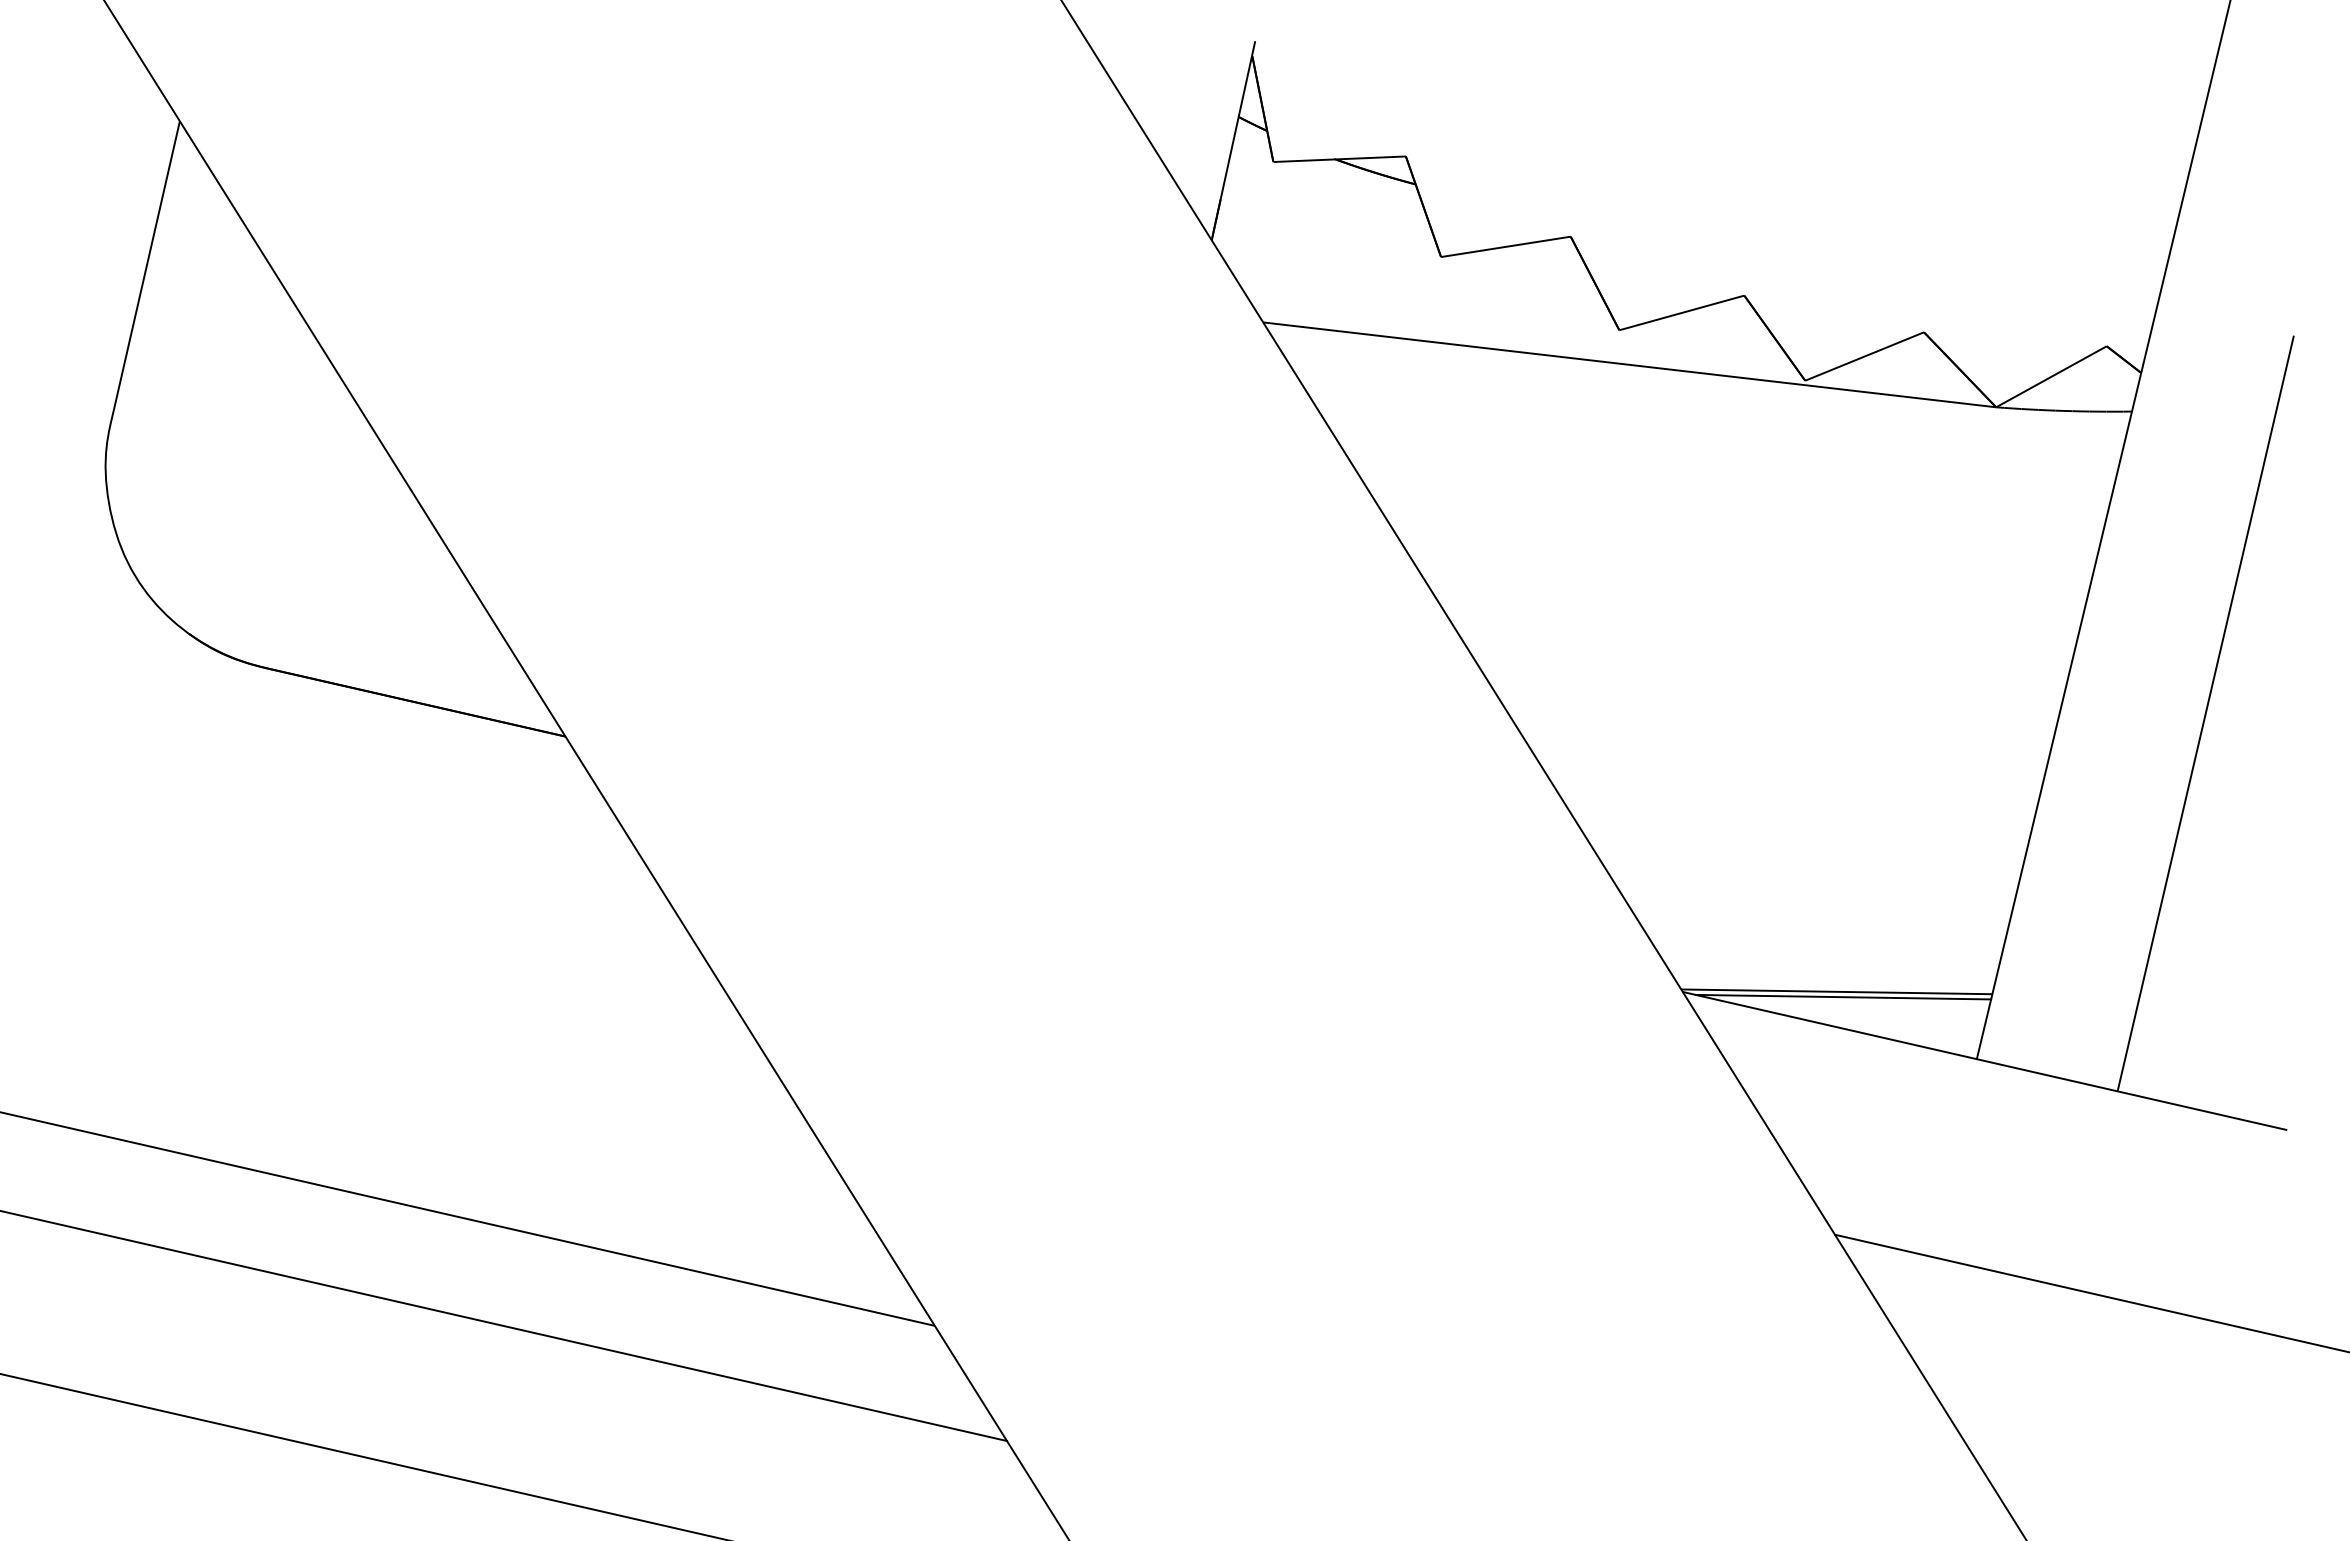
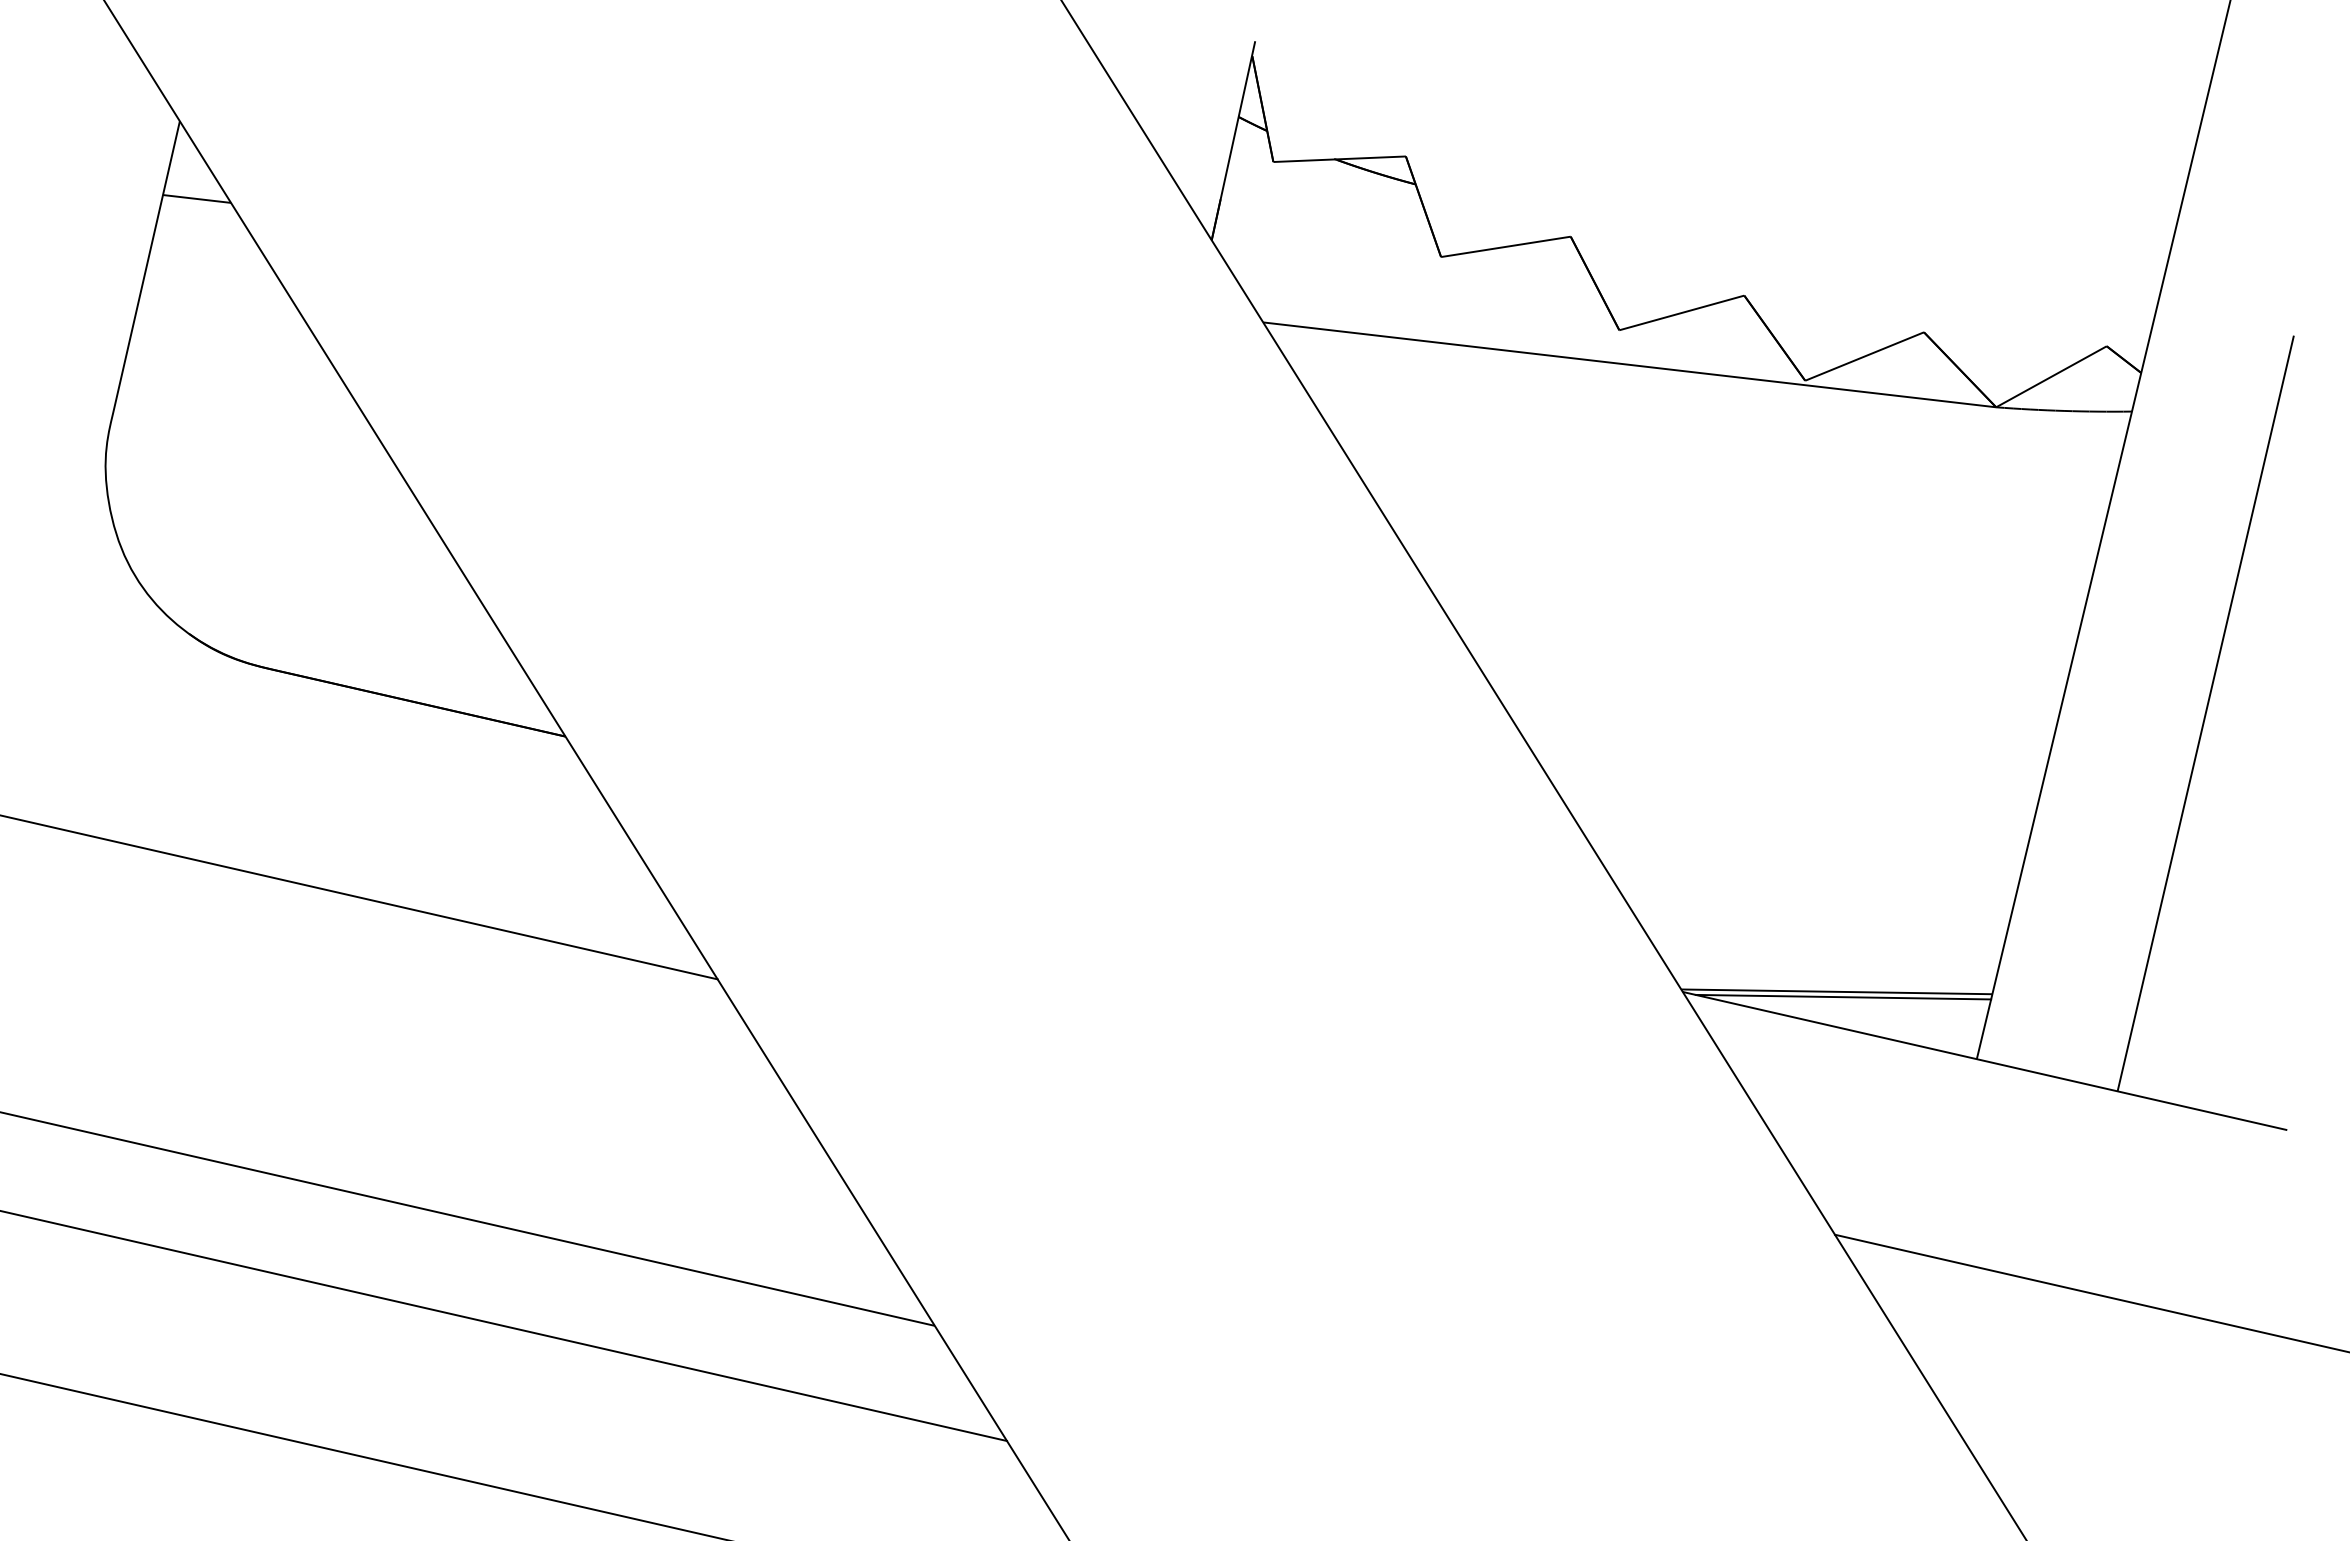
line at (197, 198): none -> present
line at (359, 897): none -> present
